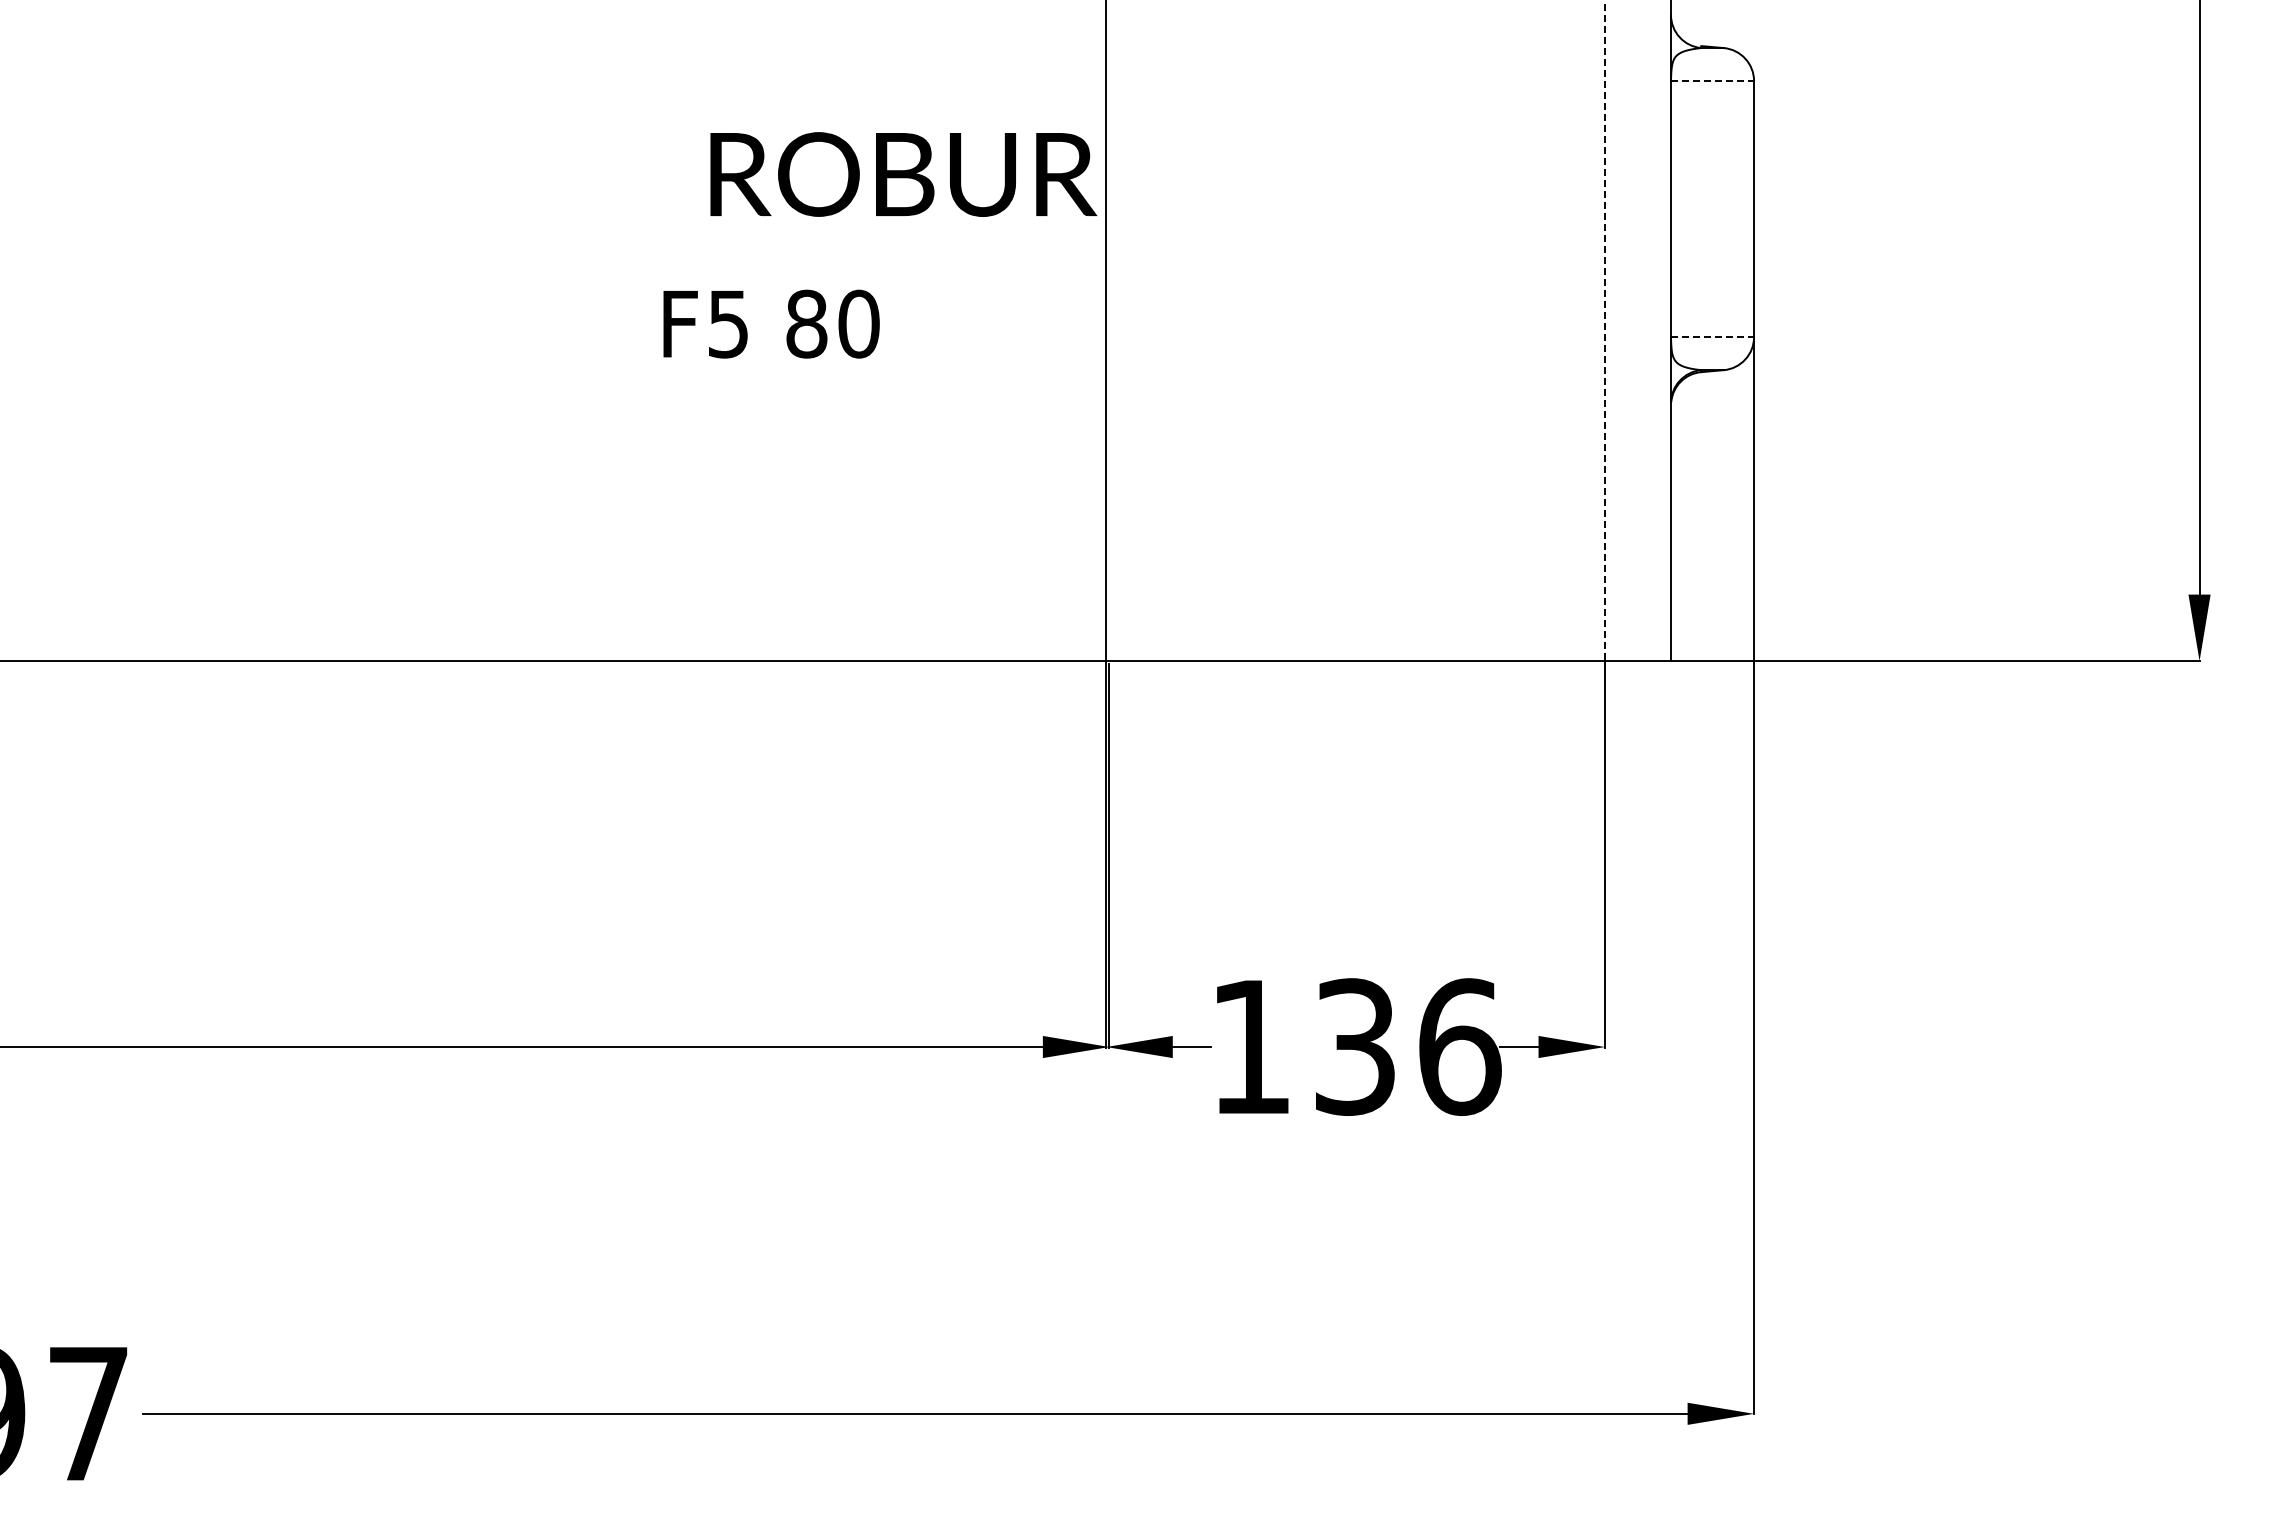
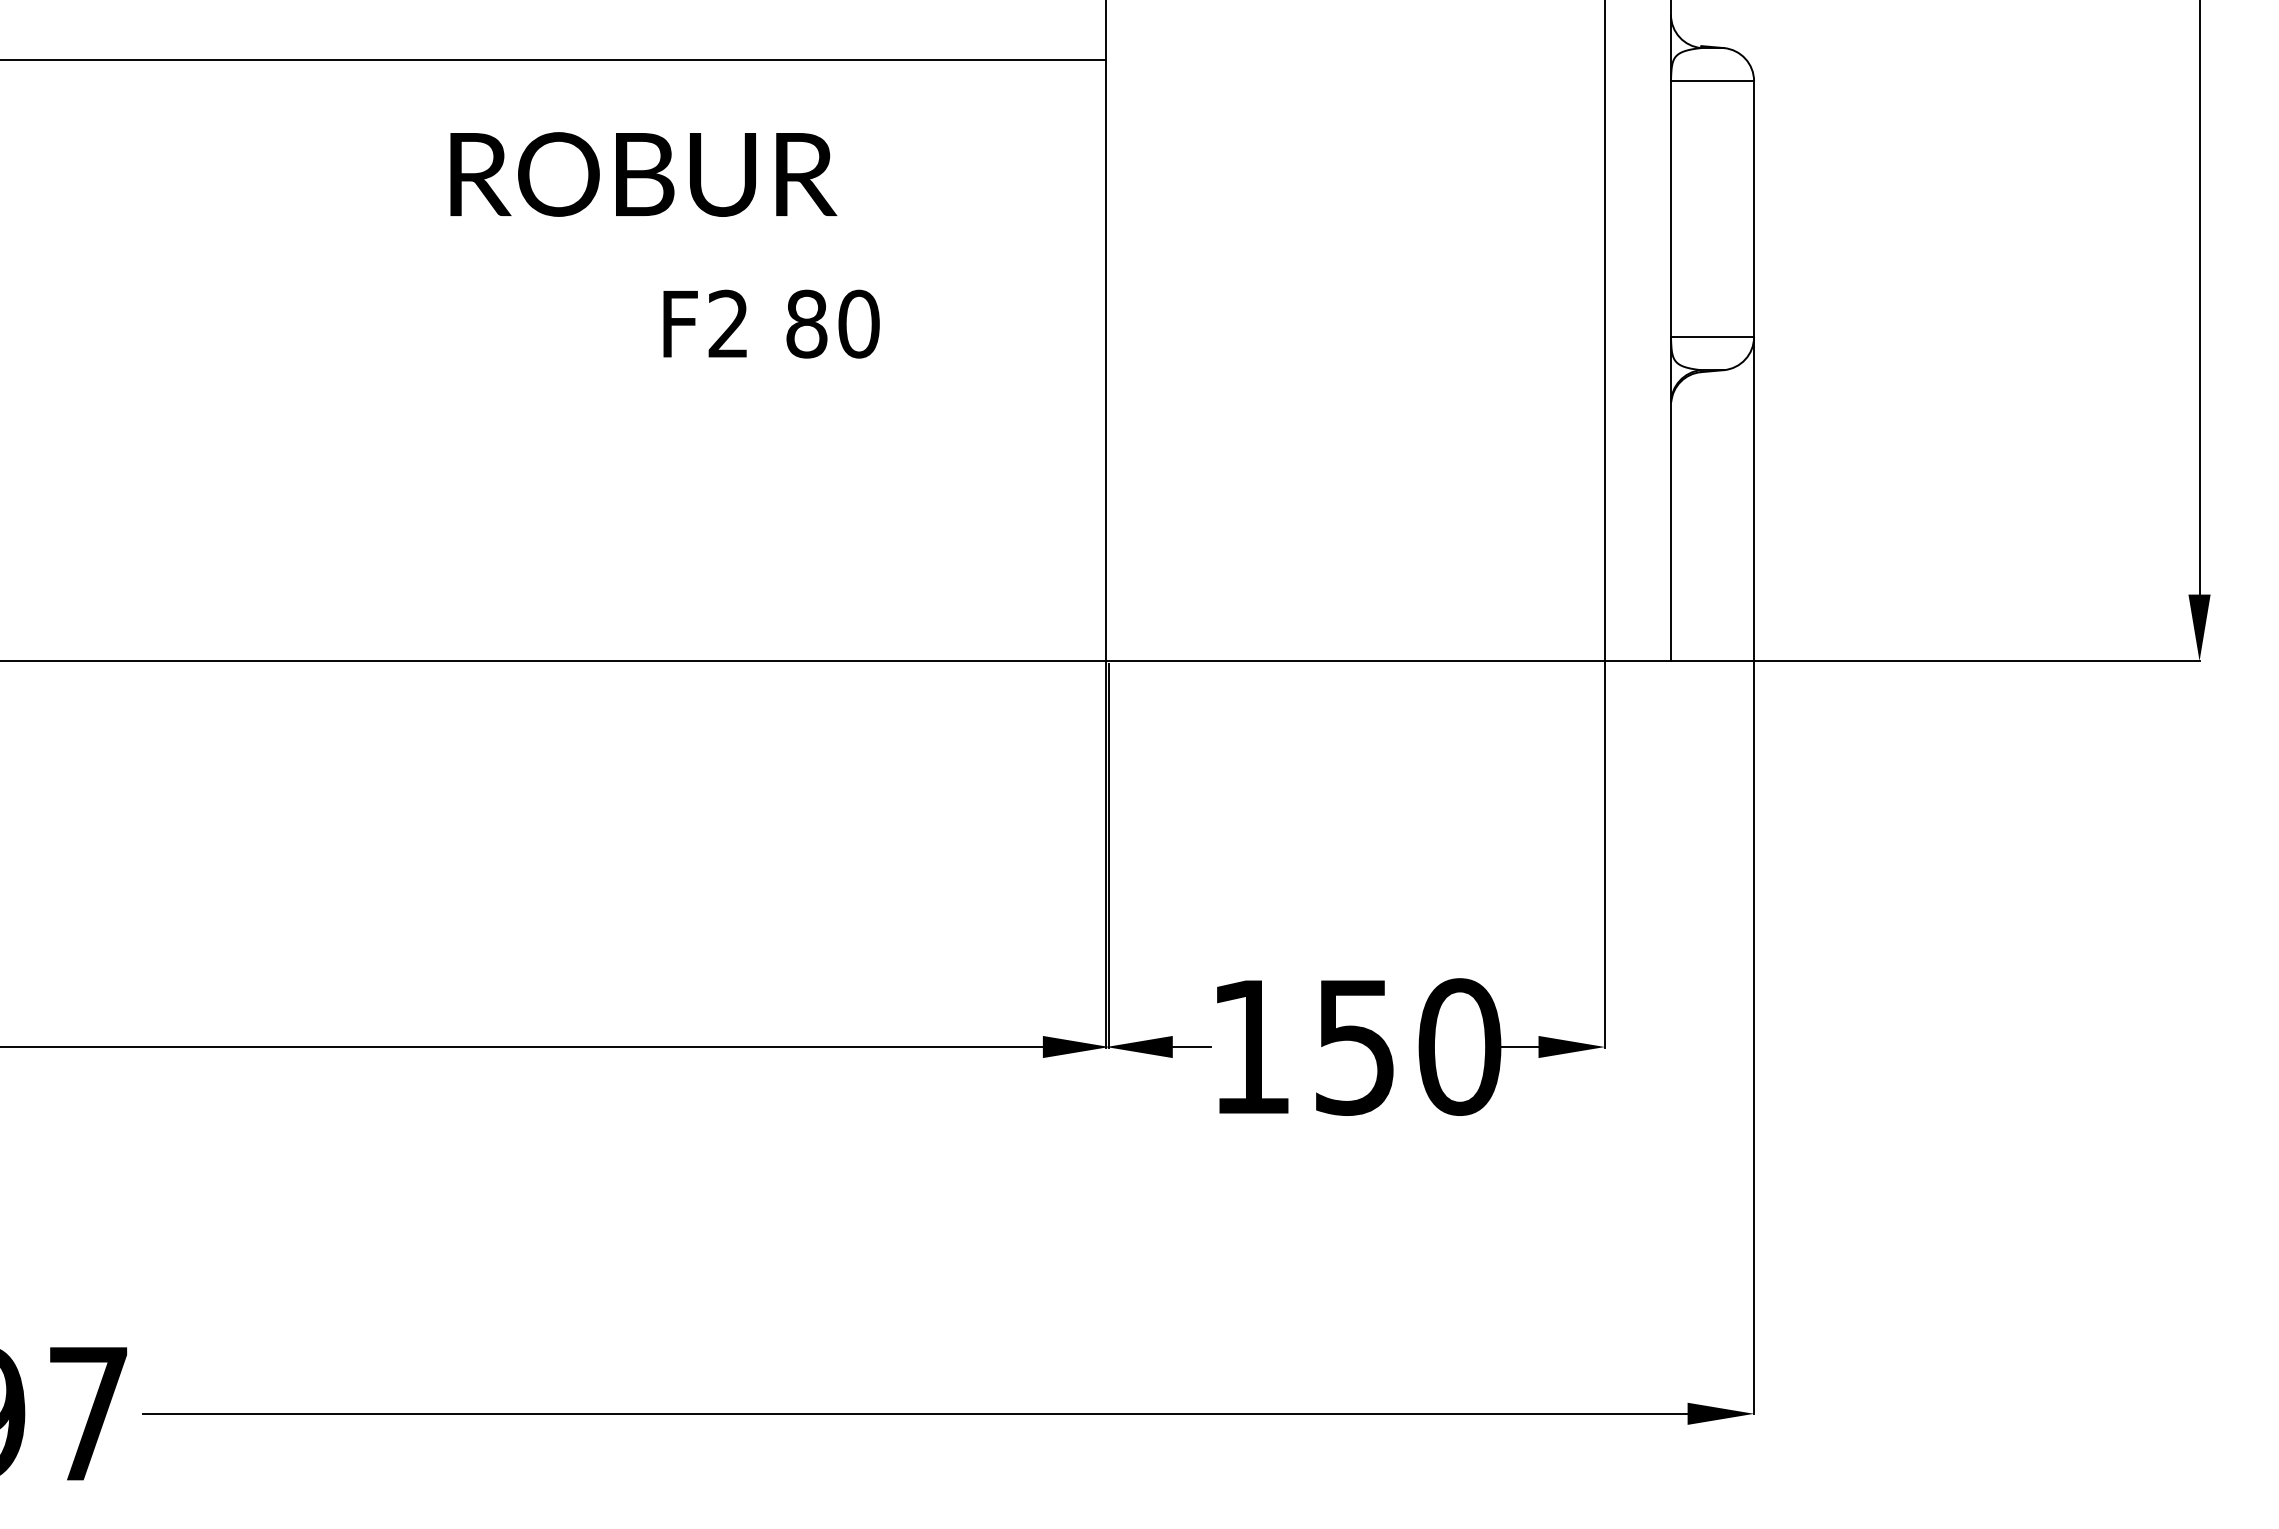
line at (553, 59): none -> present
line at (1712, 81): dashed -> solid
text at (903, 174) position: (903, 174) -> (643, 174)
text at (727, 323): F5 -> F2
line at (1604, 331): dashed -> solid
line at (1712, 337): dashed -> solid
text at (1408, 1046): 136 -> 150
